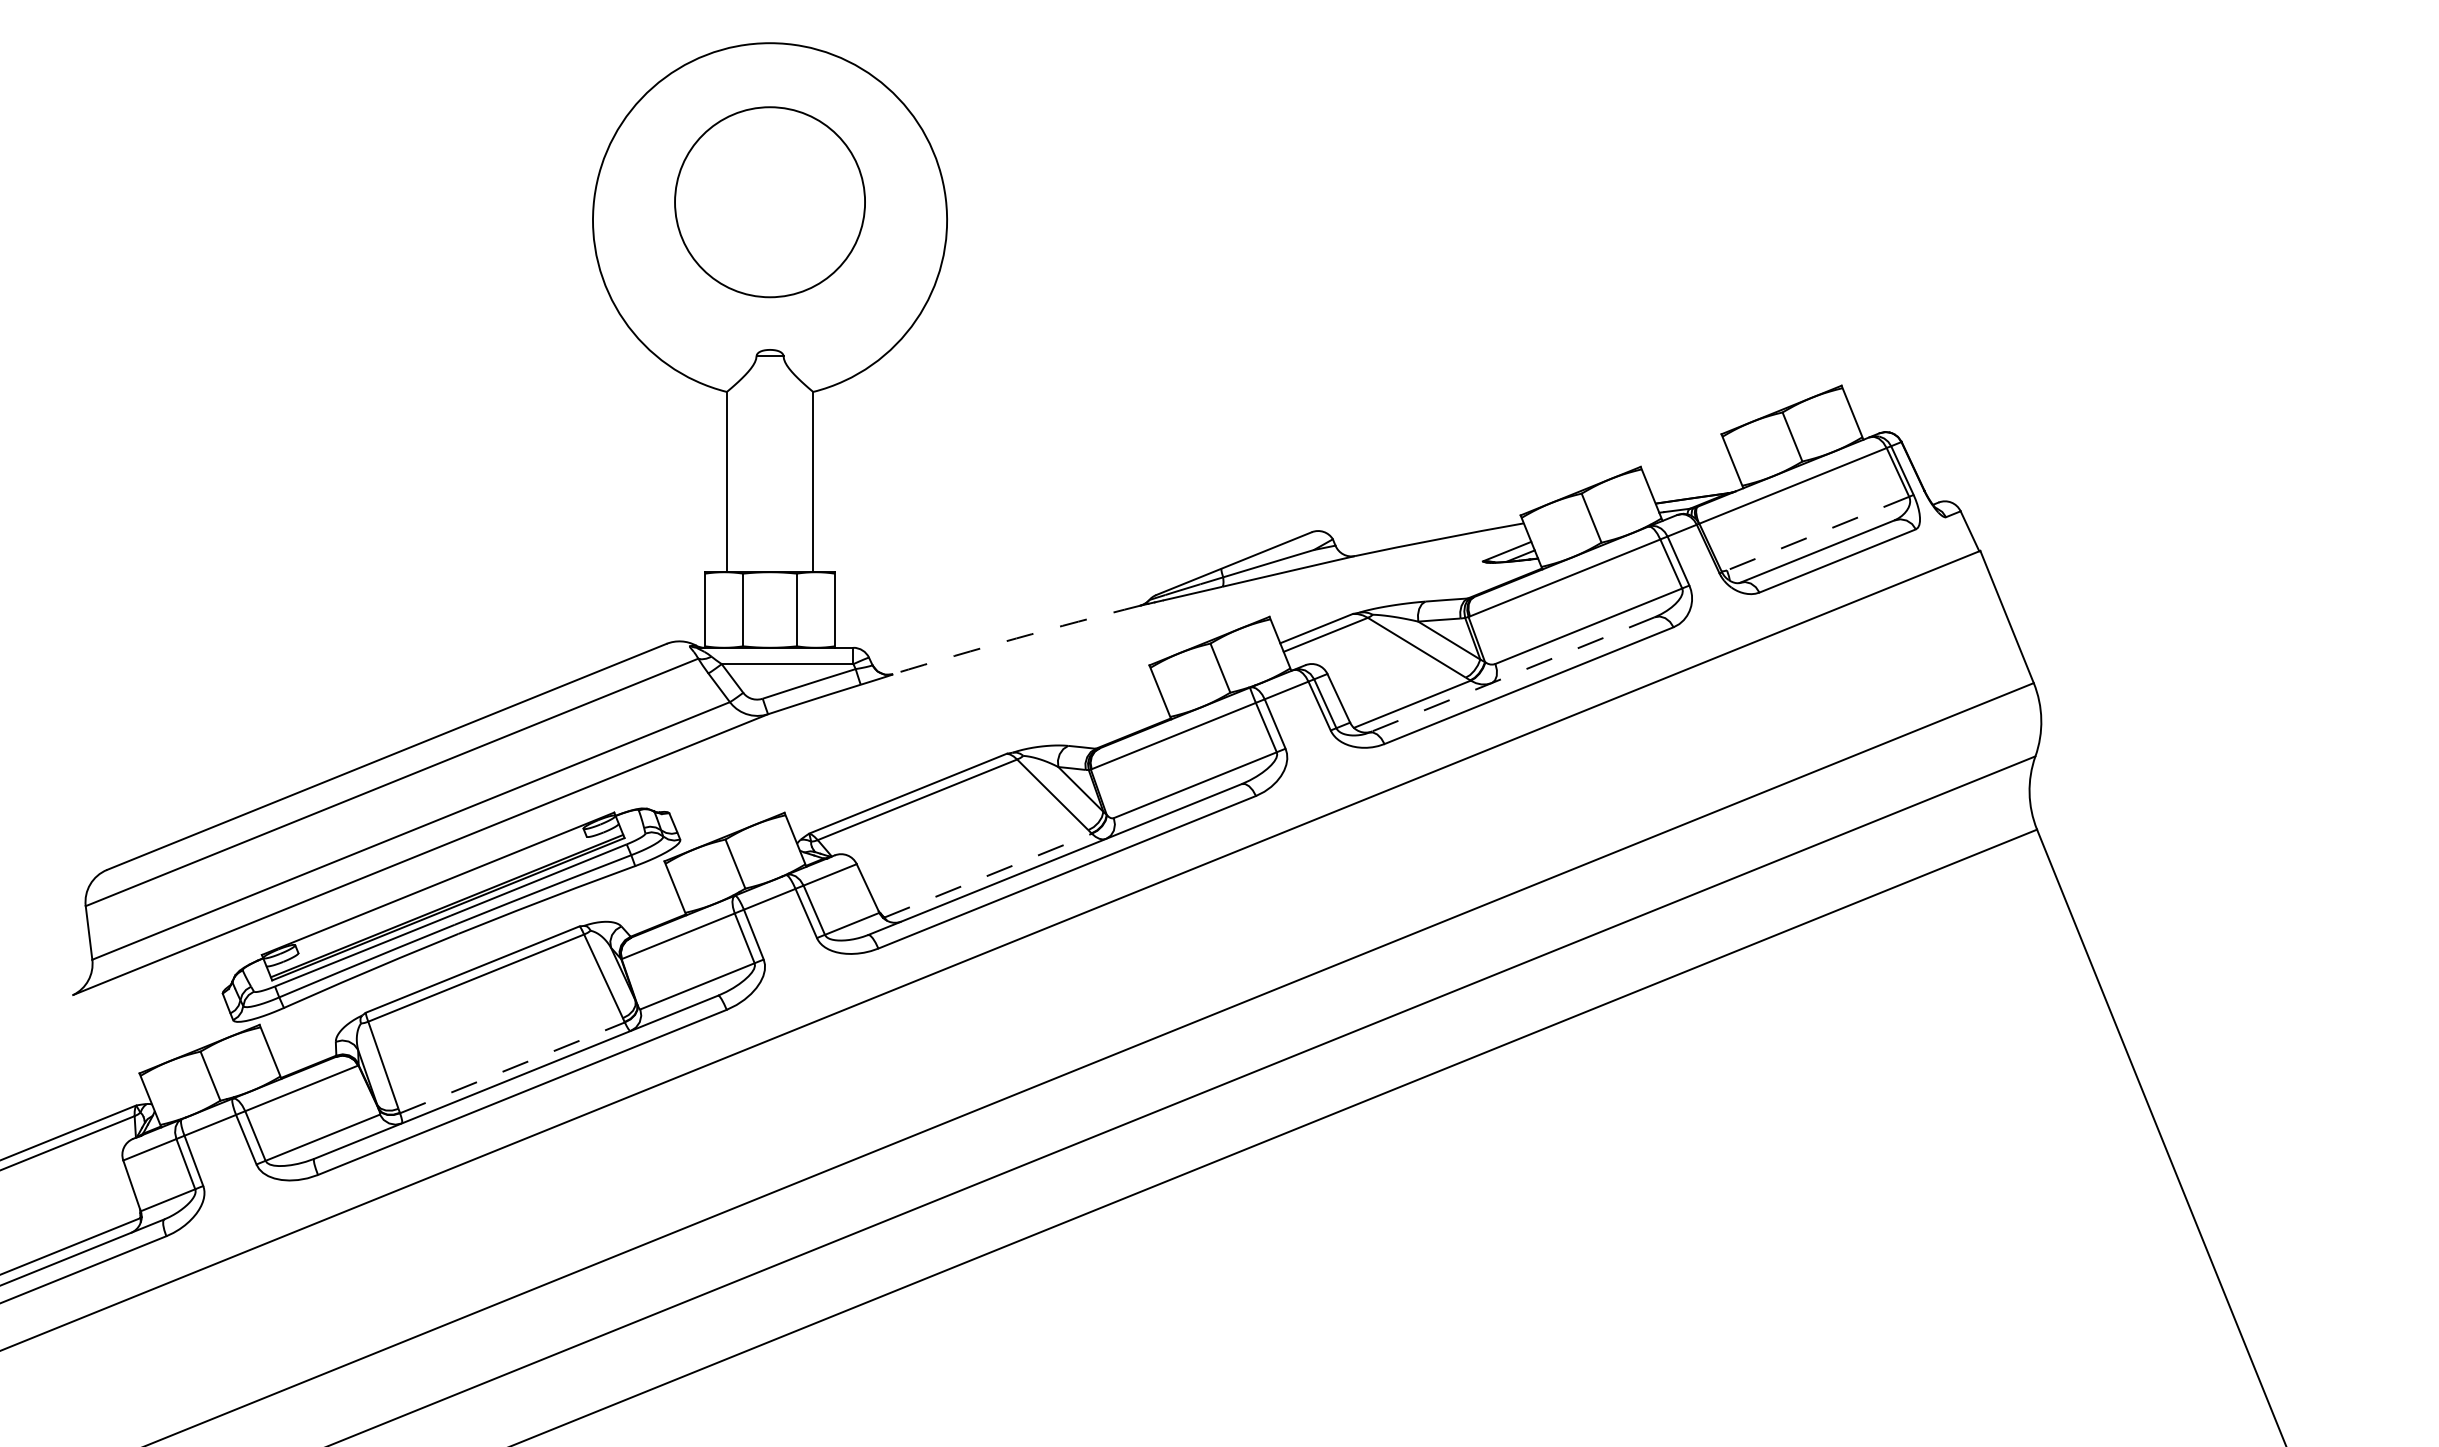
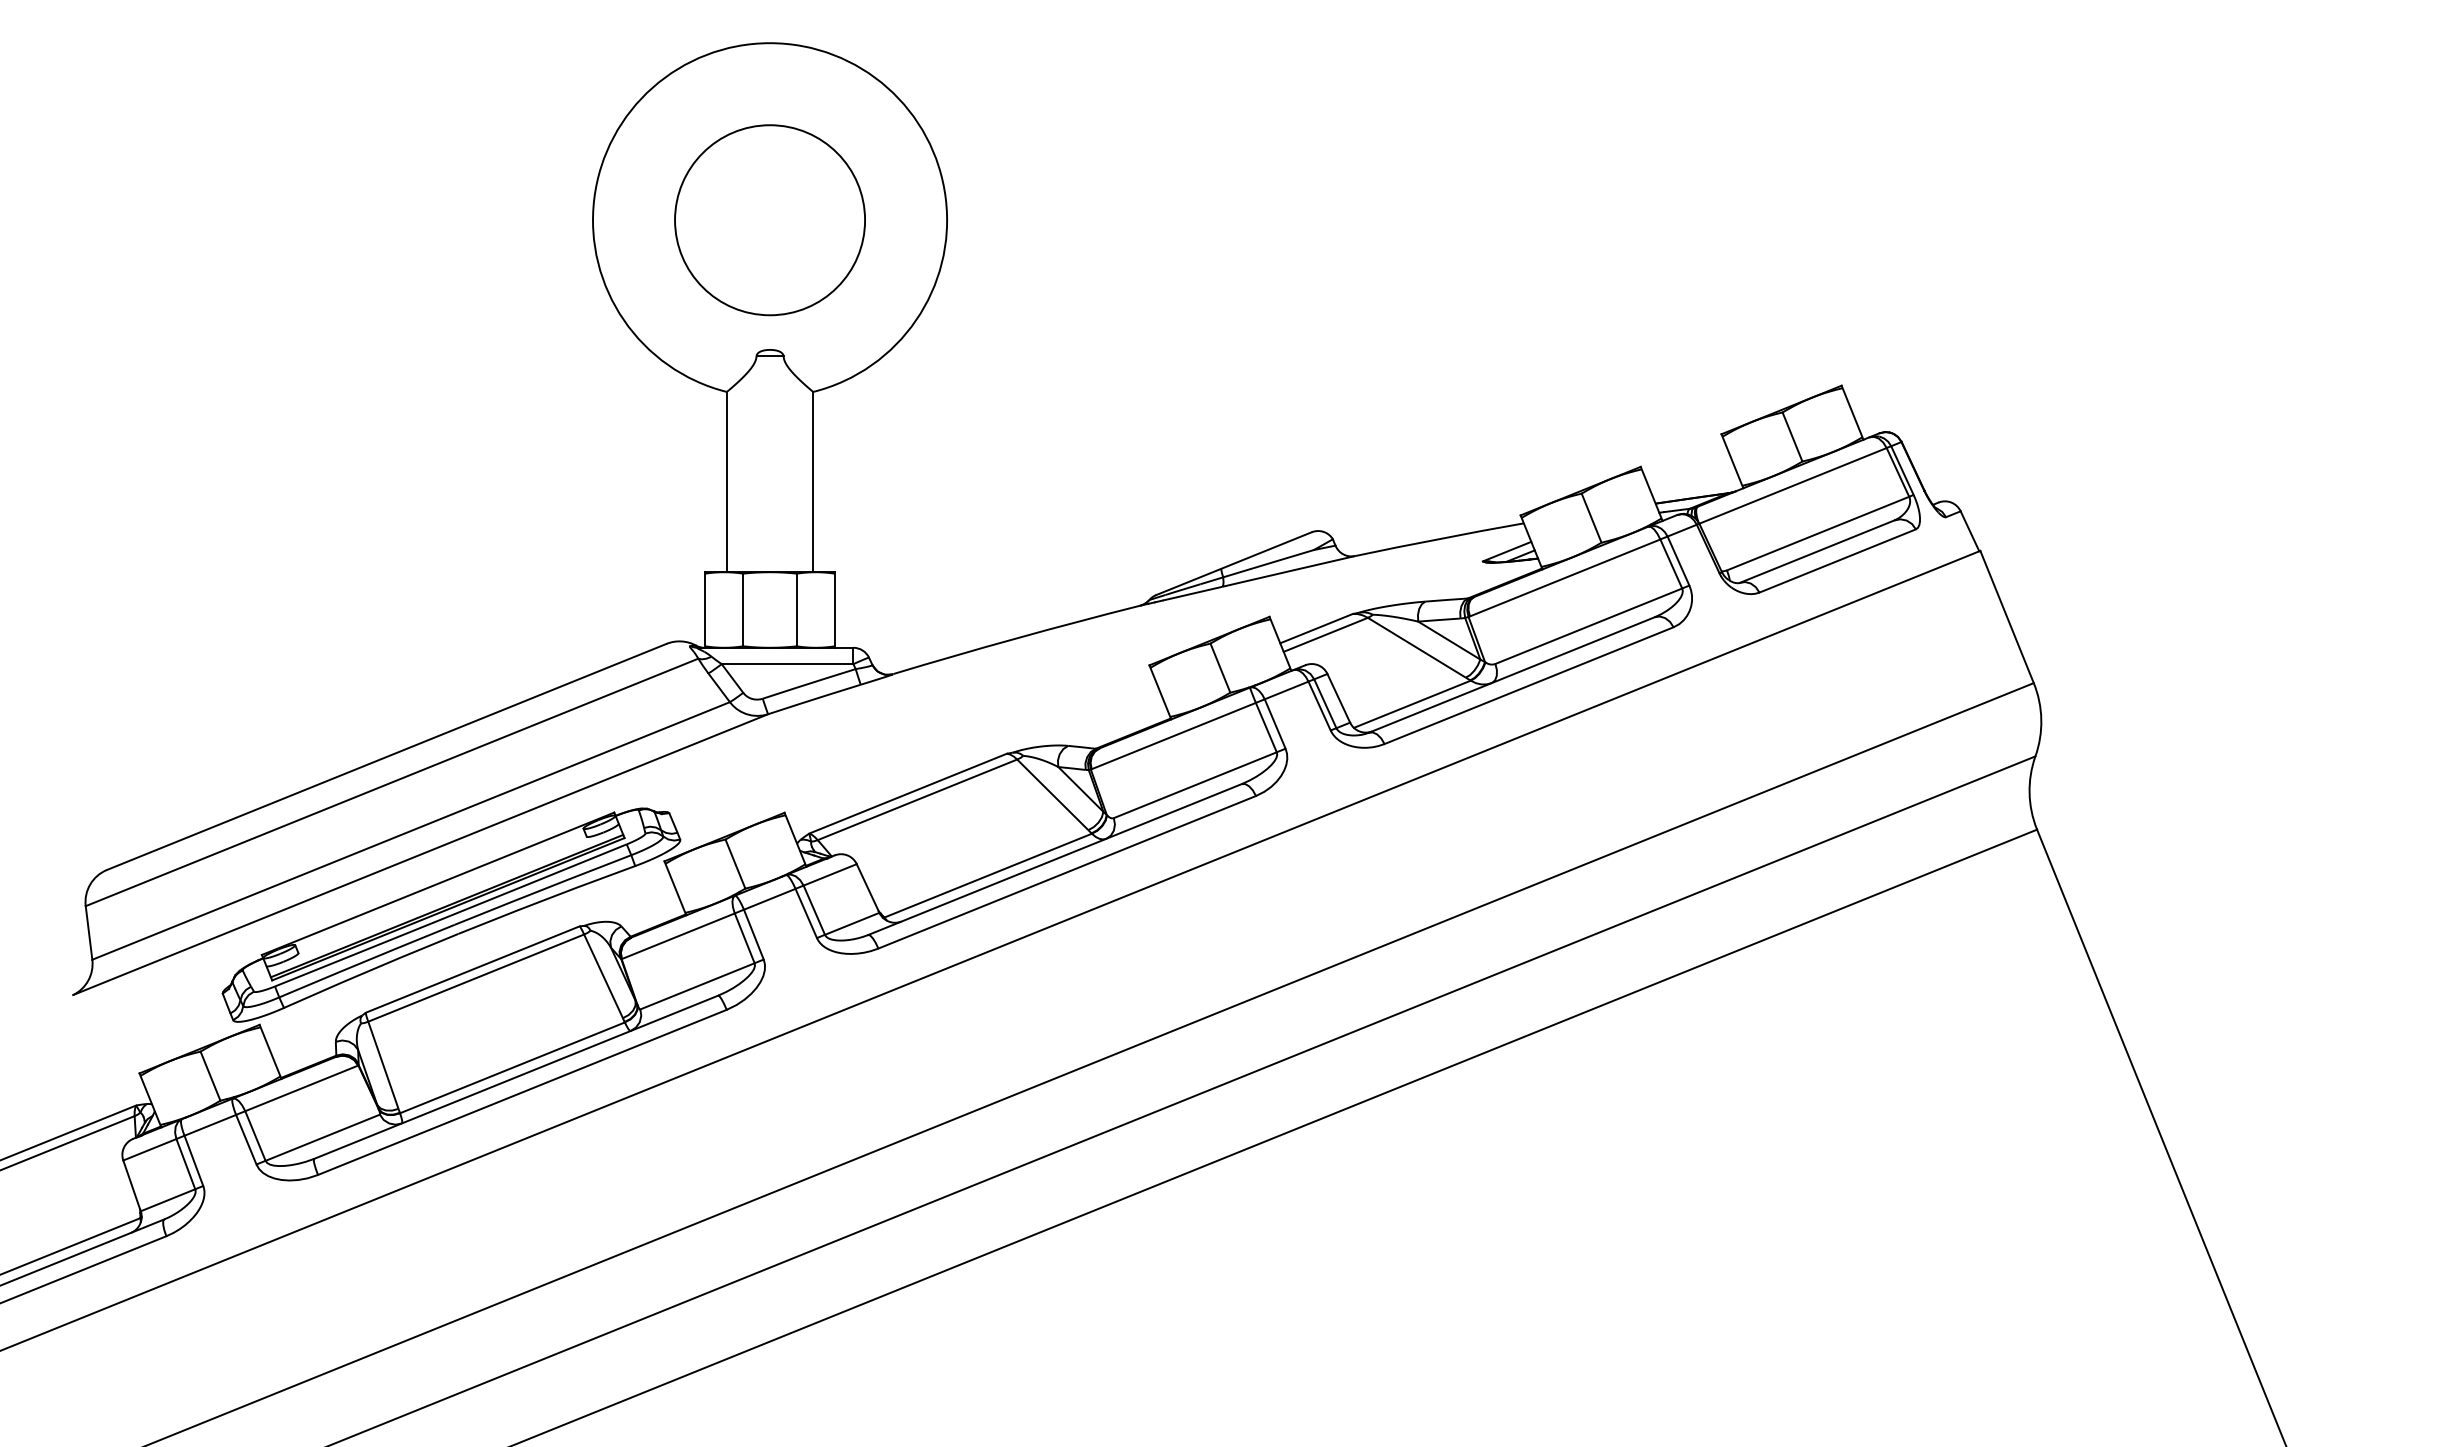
circle at (769, 202) position: (769, 202) -> (769, 220)
line at (1817, 533): dashed -> solid
arc at (1016, 638): dashed -> solid
line at (1511, 675): dashed -> solid
line at (988, 875): dashed -> solid
line at (512, 1067): dashed -> solid
